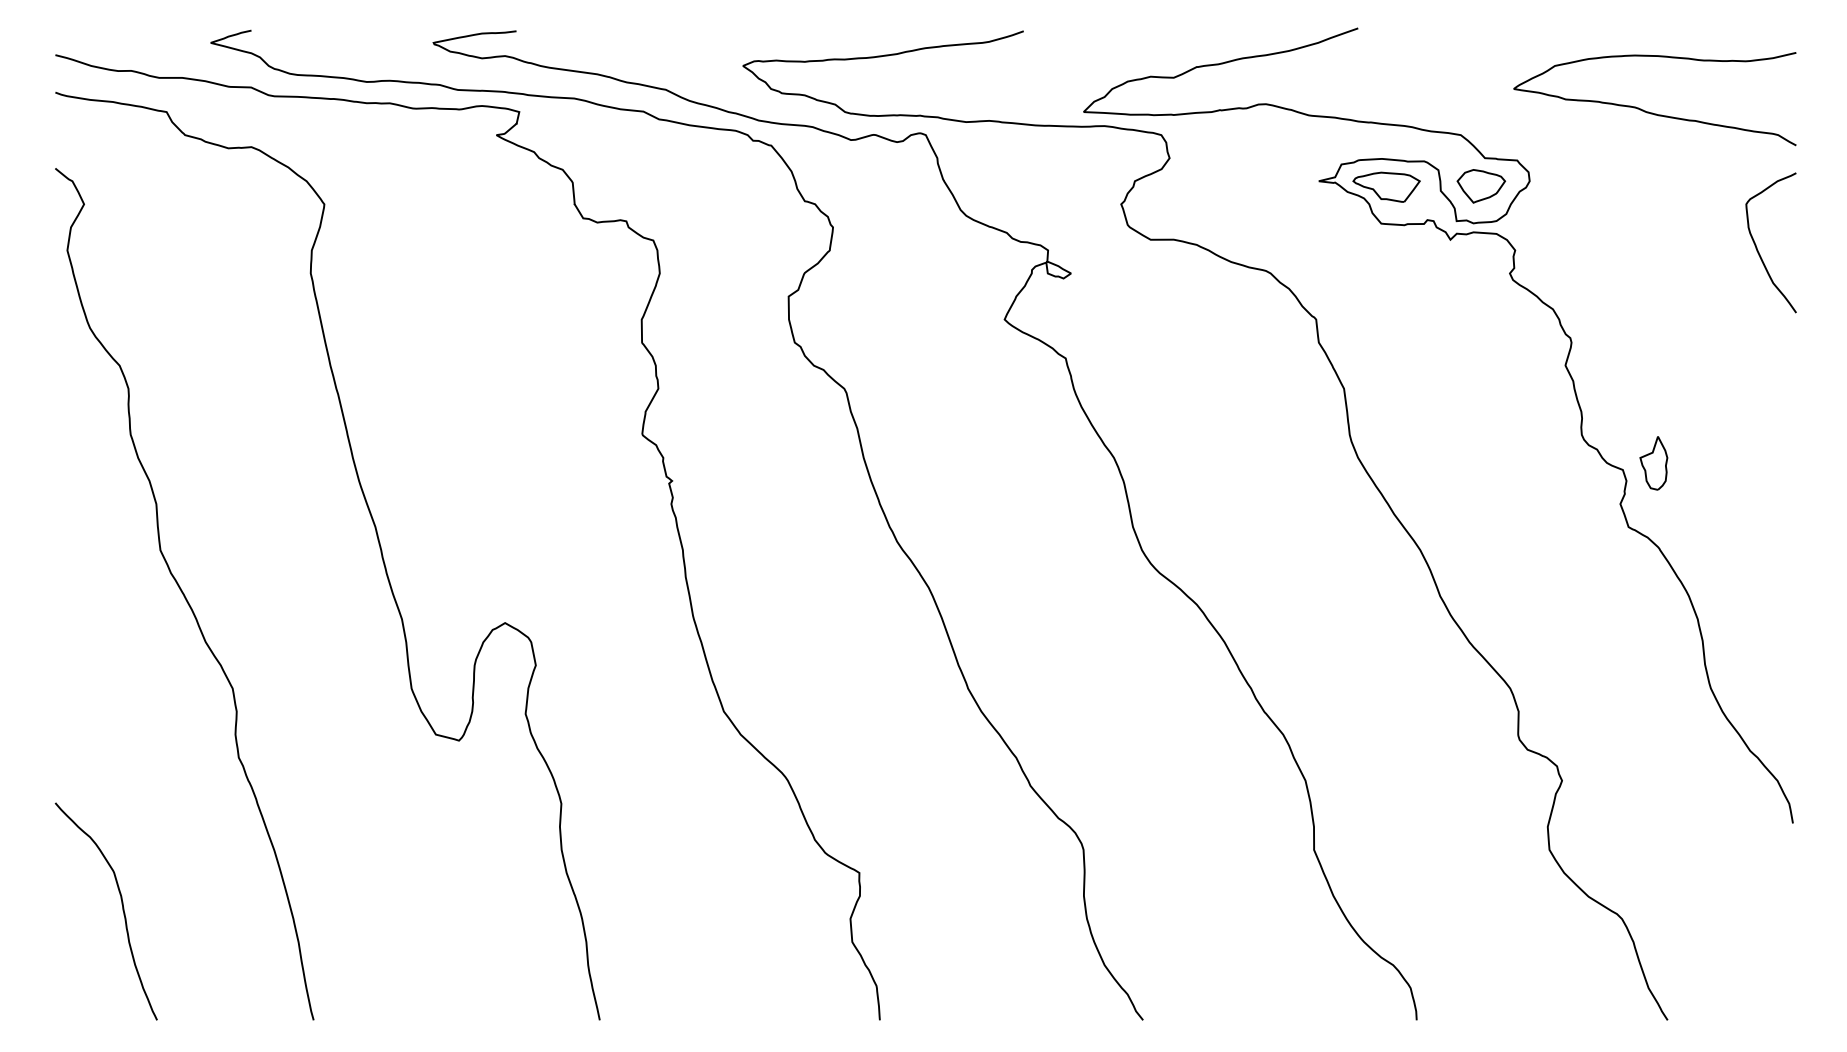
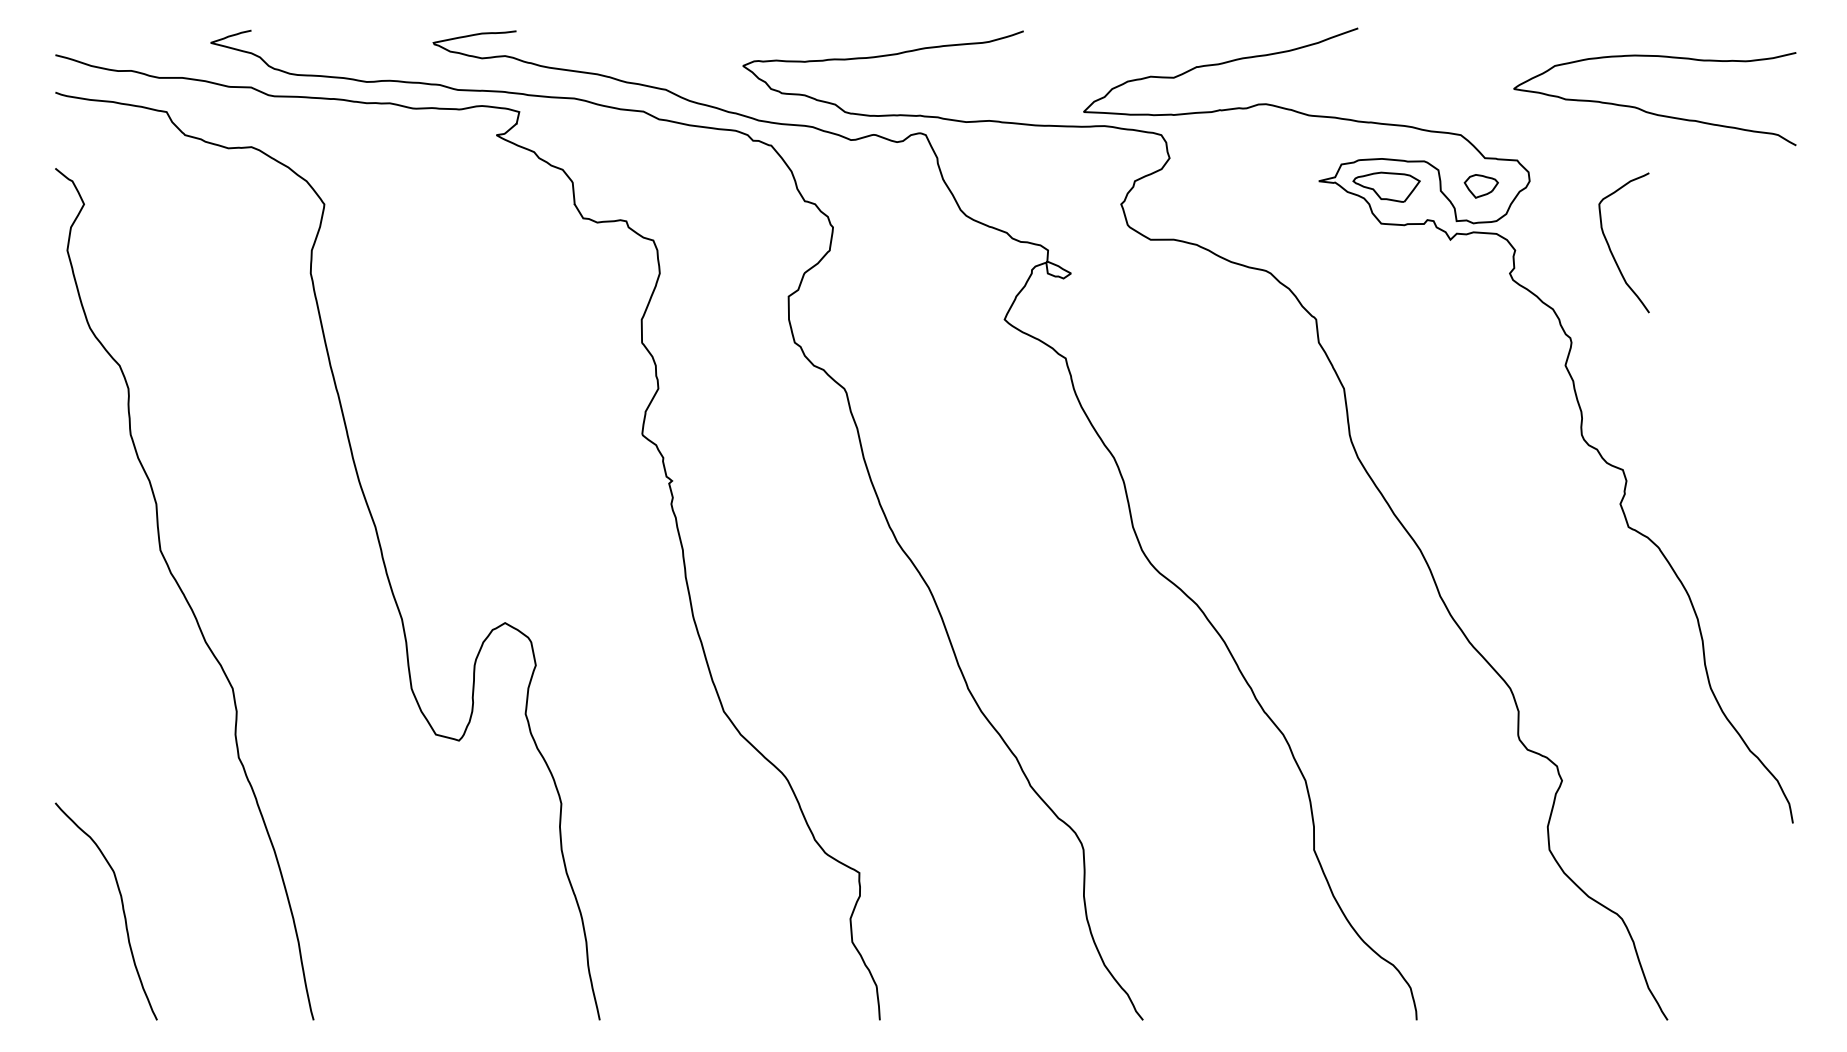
part at (1481, 186) size: 51x35 px -> 36x25 px
curve at (1757, 247) position: (1757, 247) -> (1610, 247)
part at (1653, 463): present -> none
